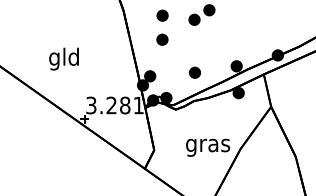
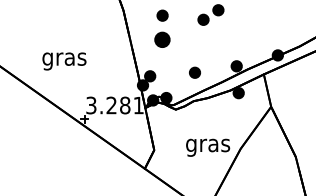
part at (201, 14) position: (201, 14) -> (210, 14)
part at (162, 39) size: 13x13 px -> 17x17 px
text at (64, 58): gld -> gras
